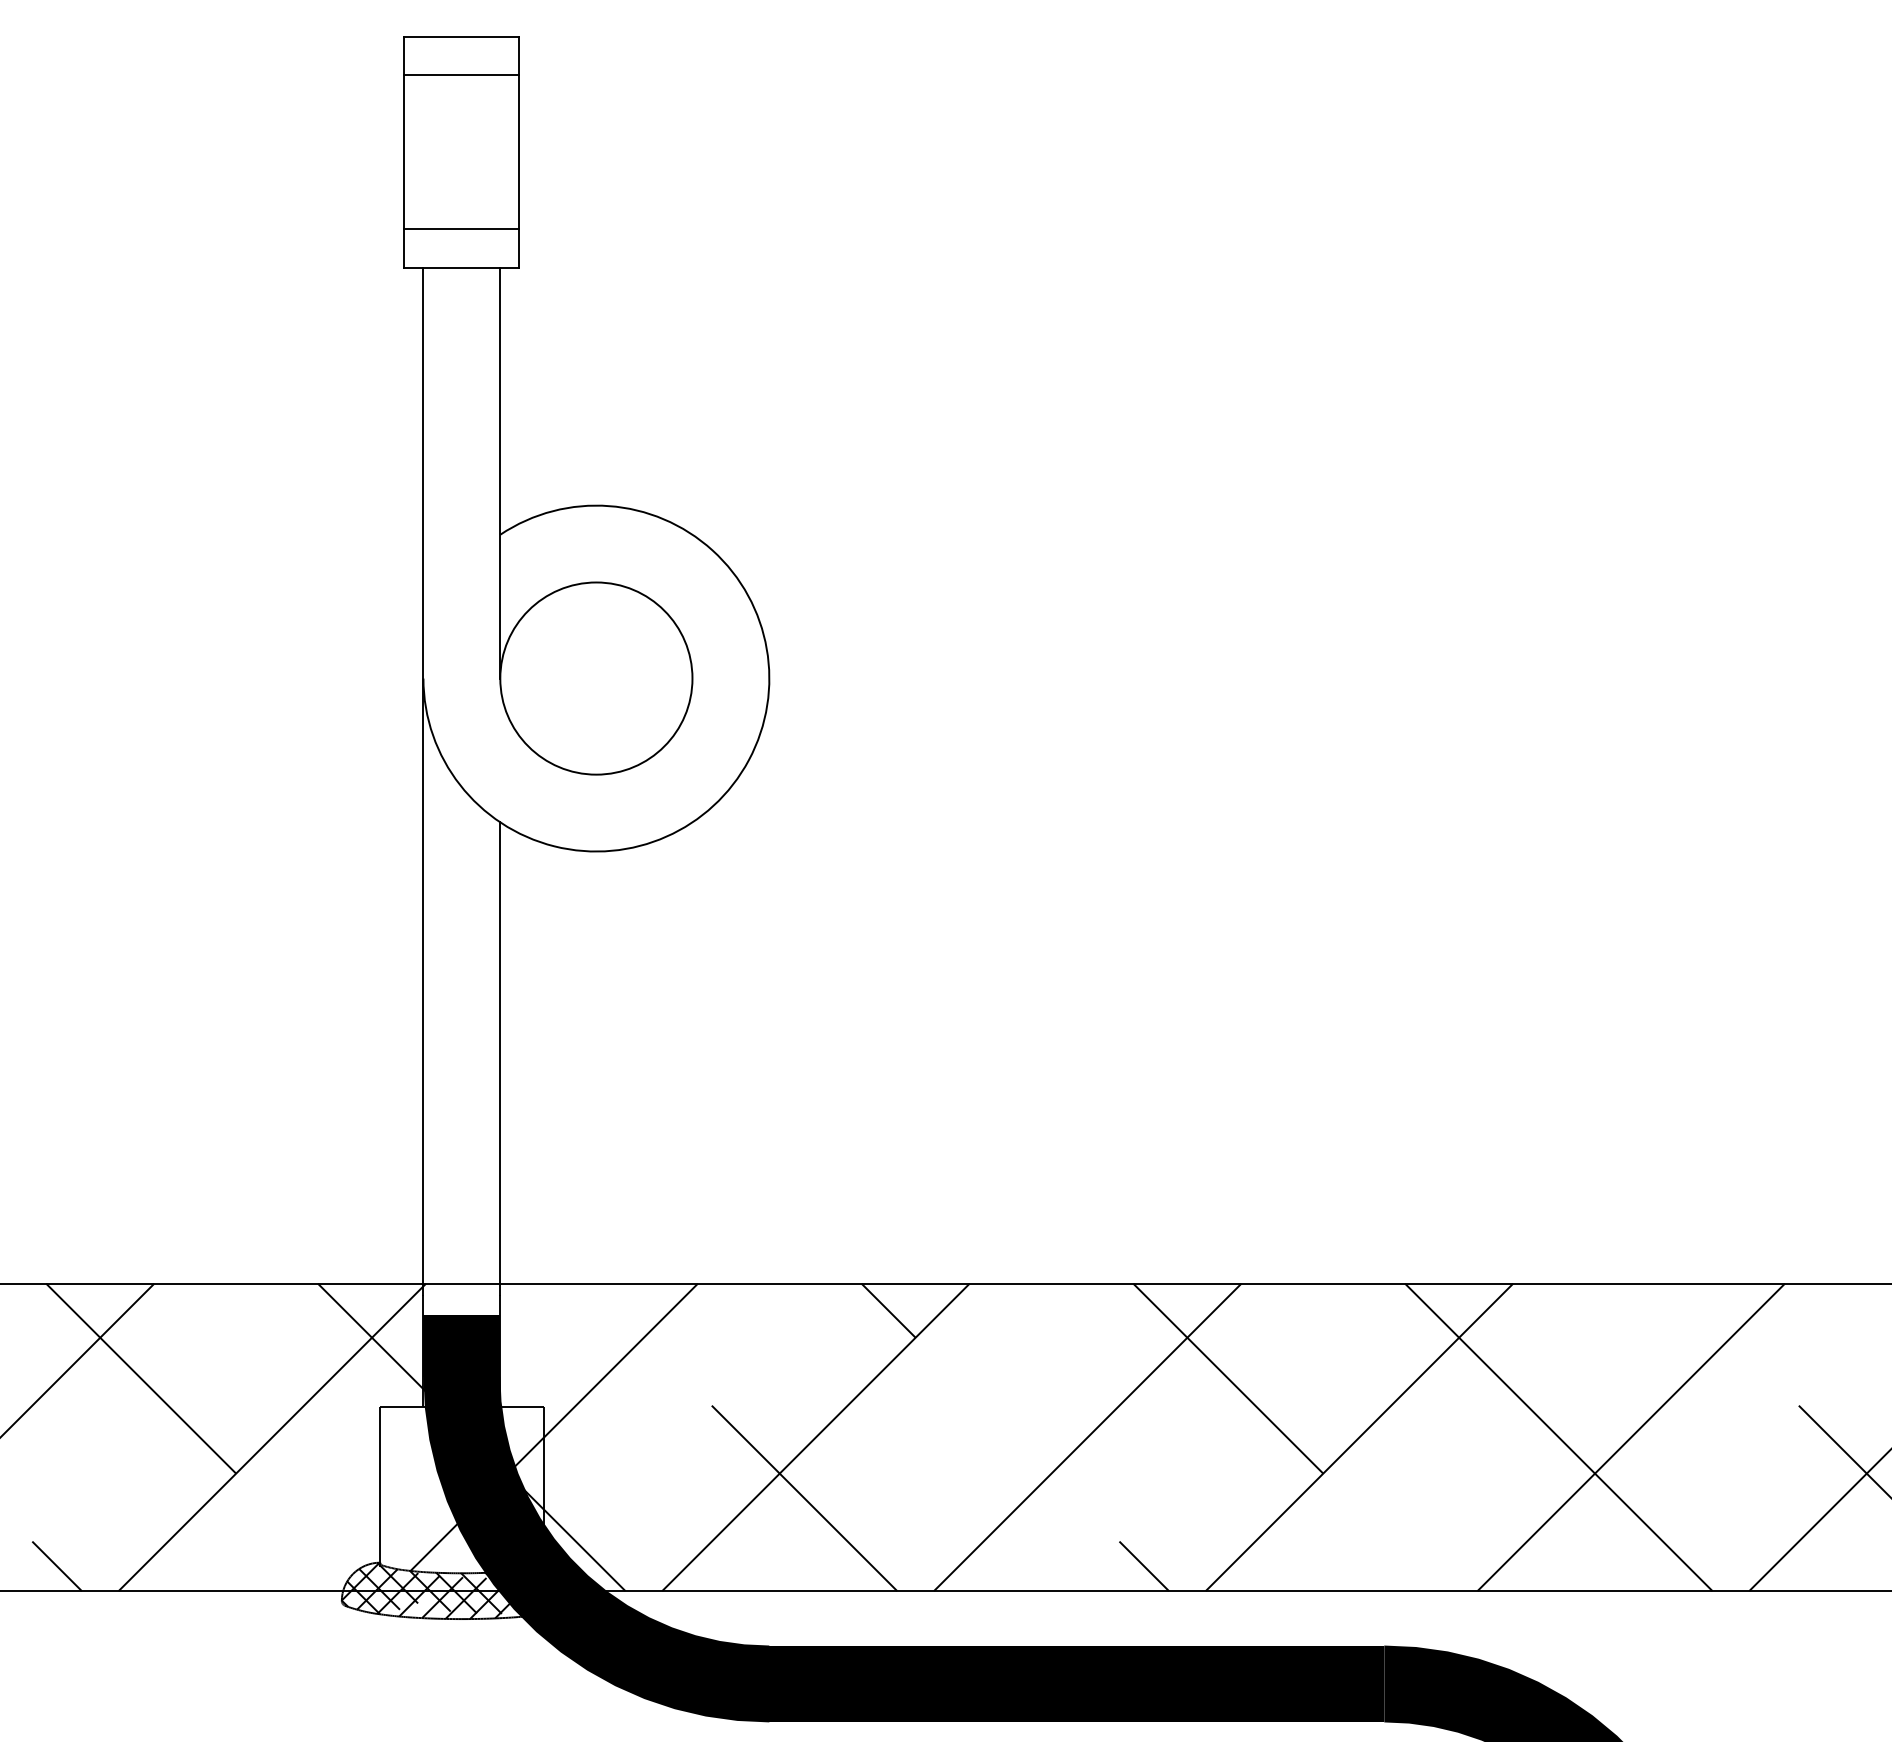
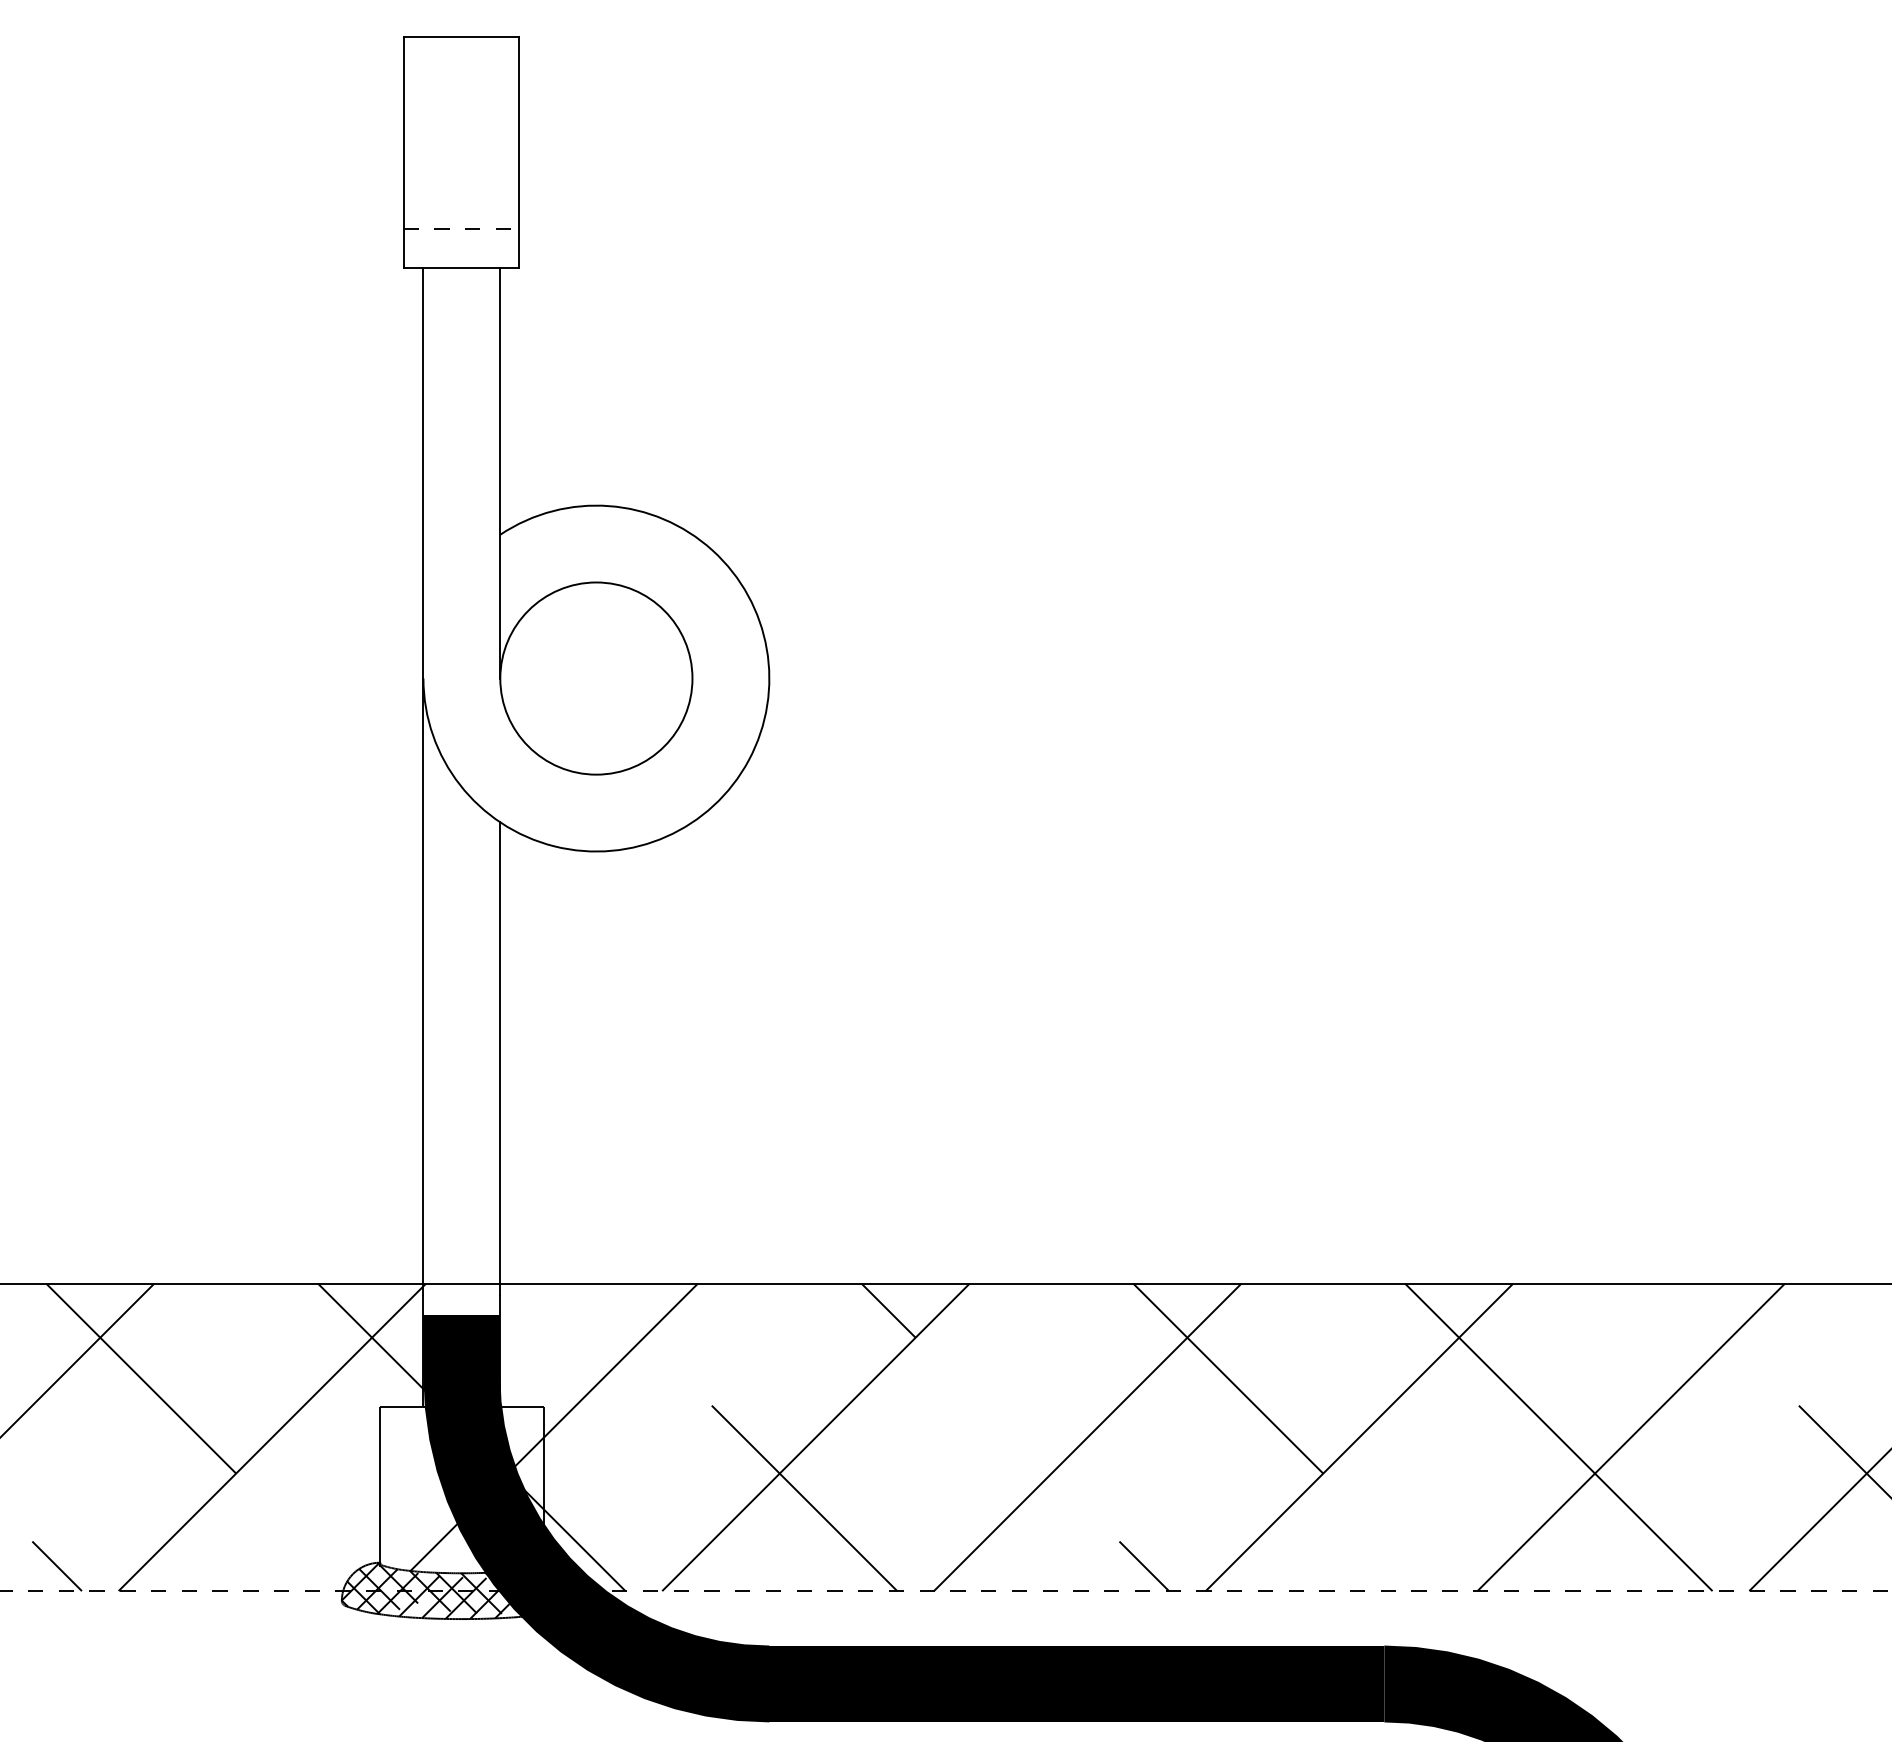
line at (460, 75): present -> none
line at (461, 229): solid -> dashed
line at (945, 1591): solid -> dashed
